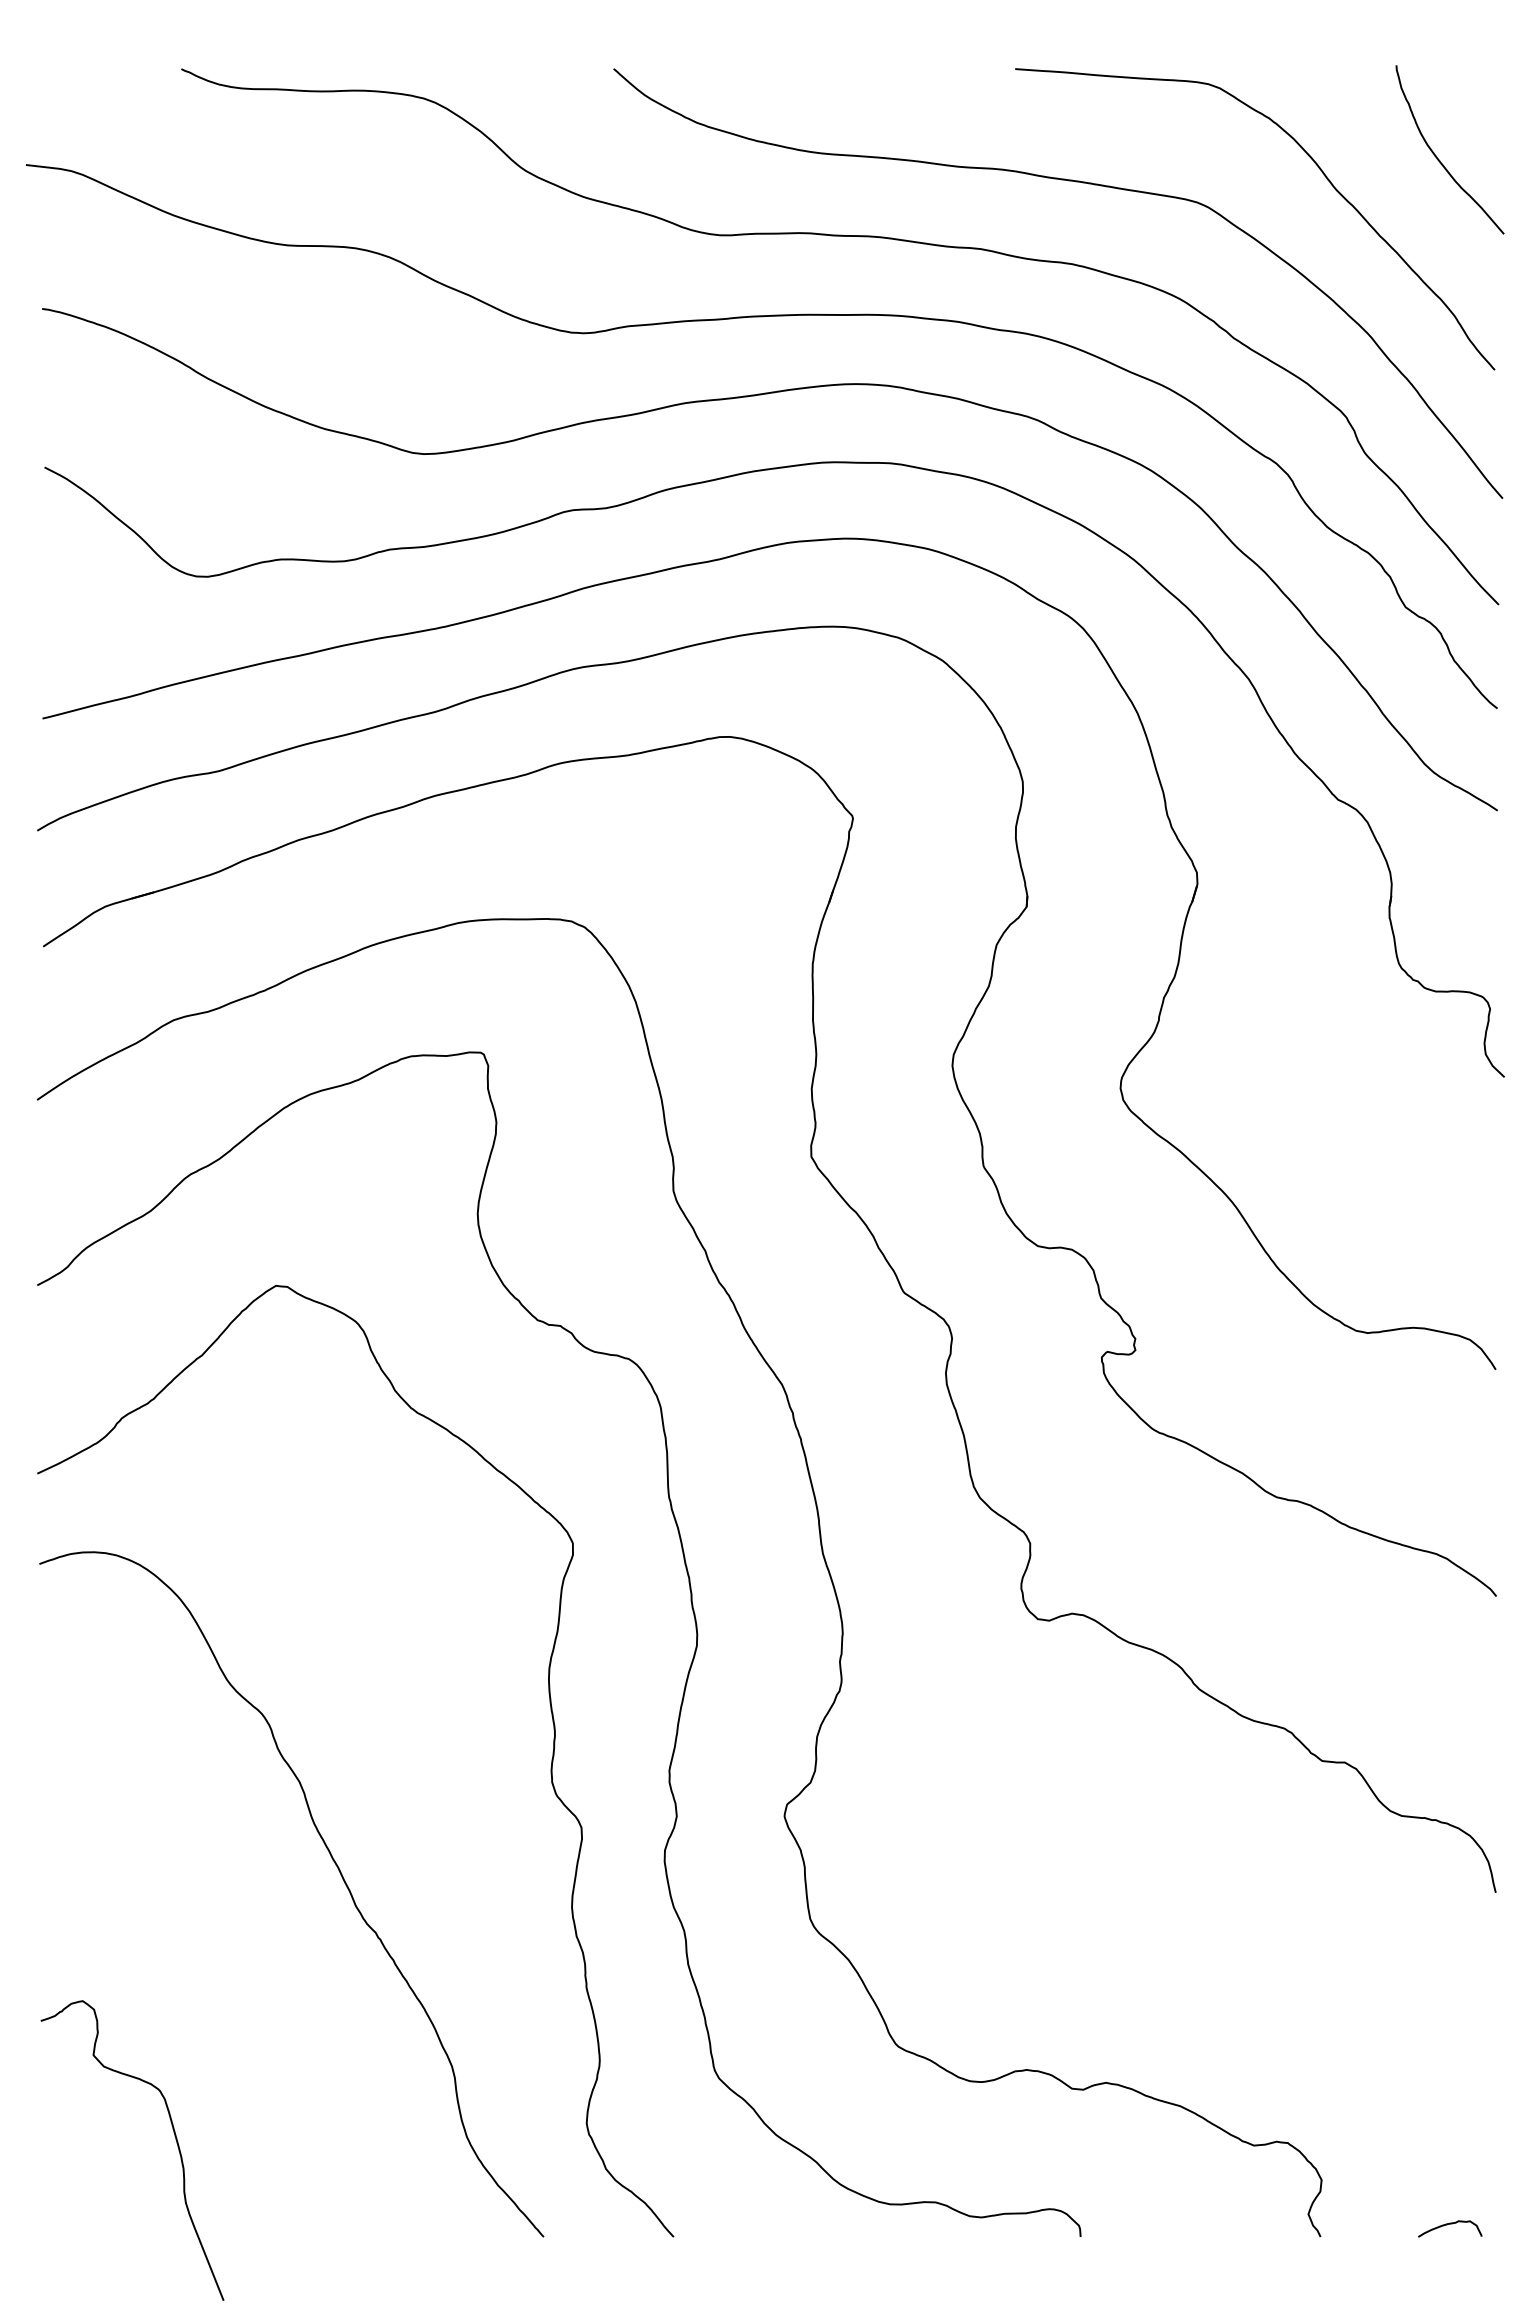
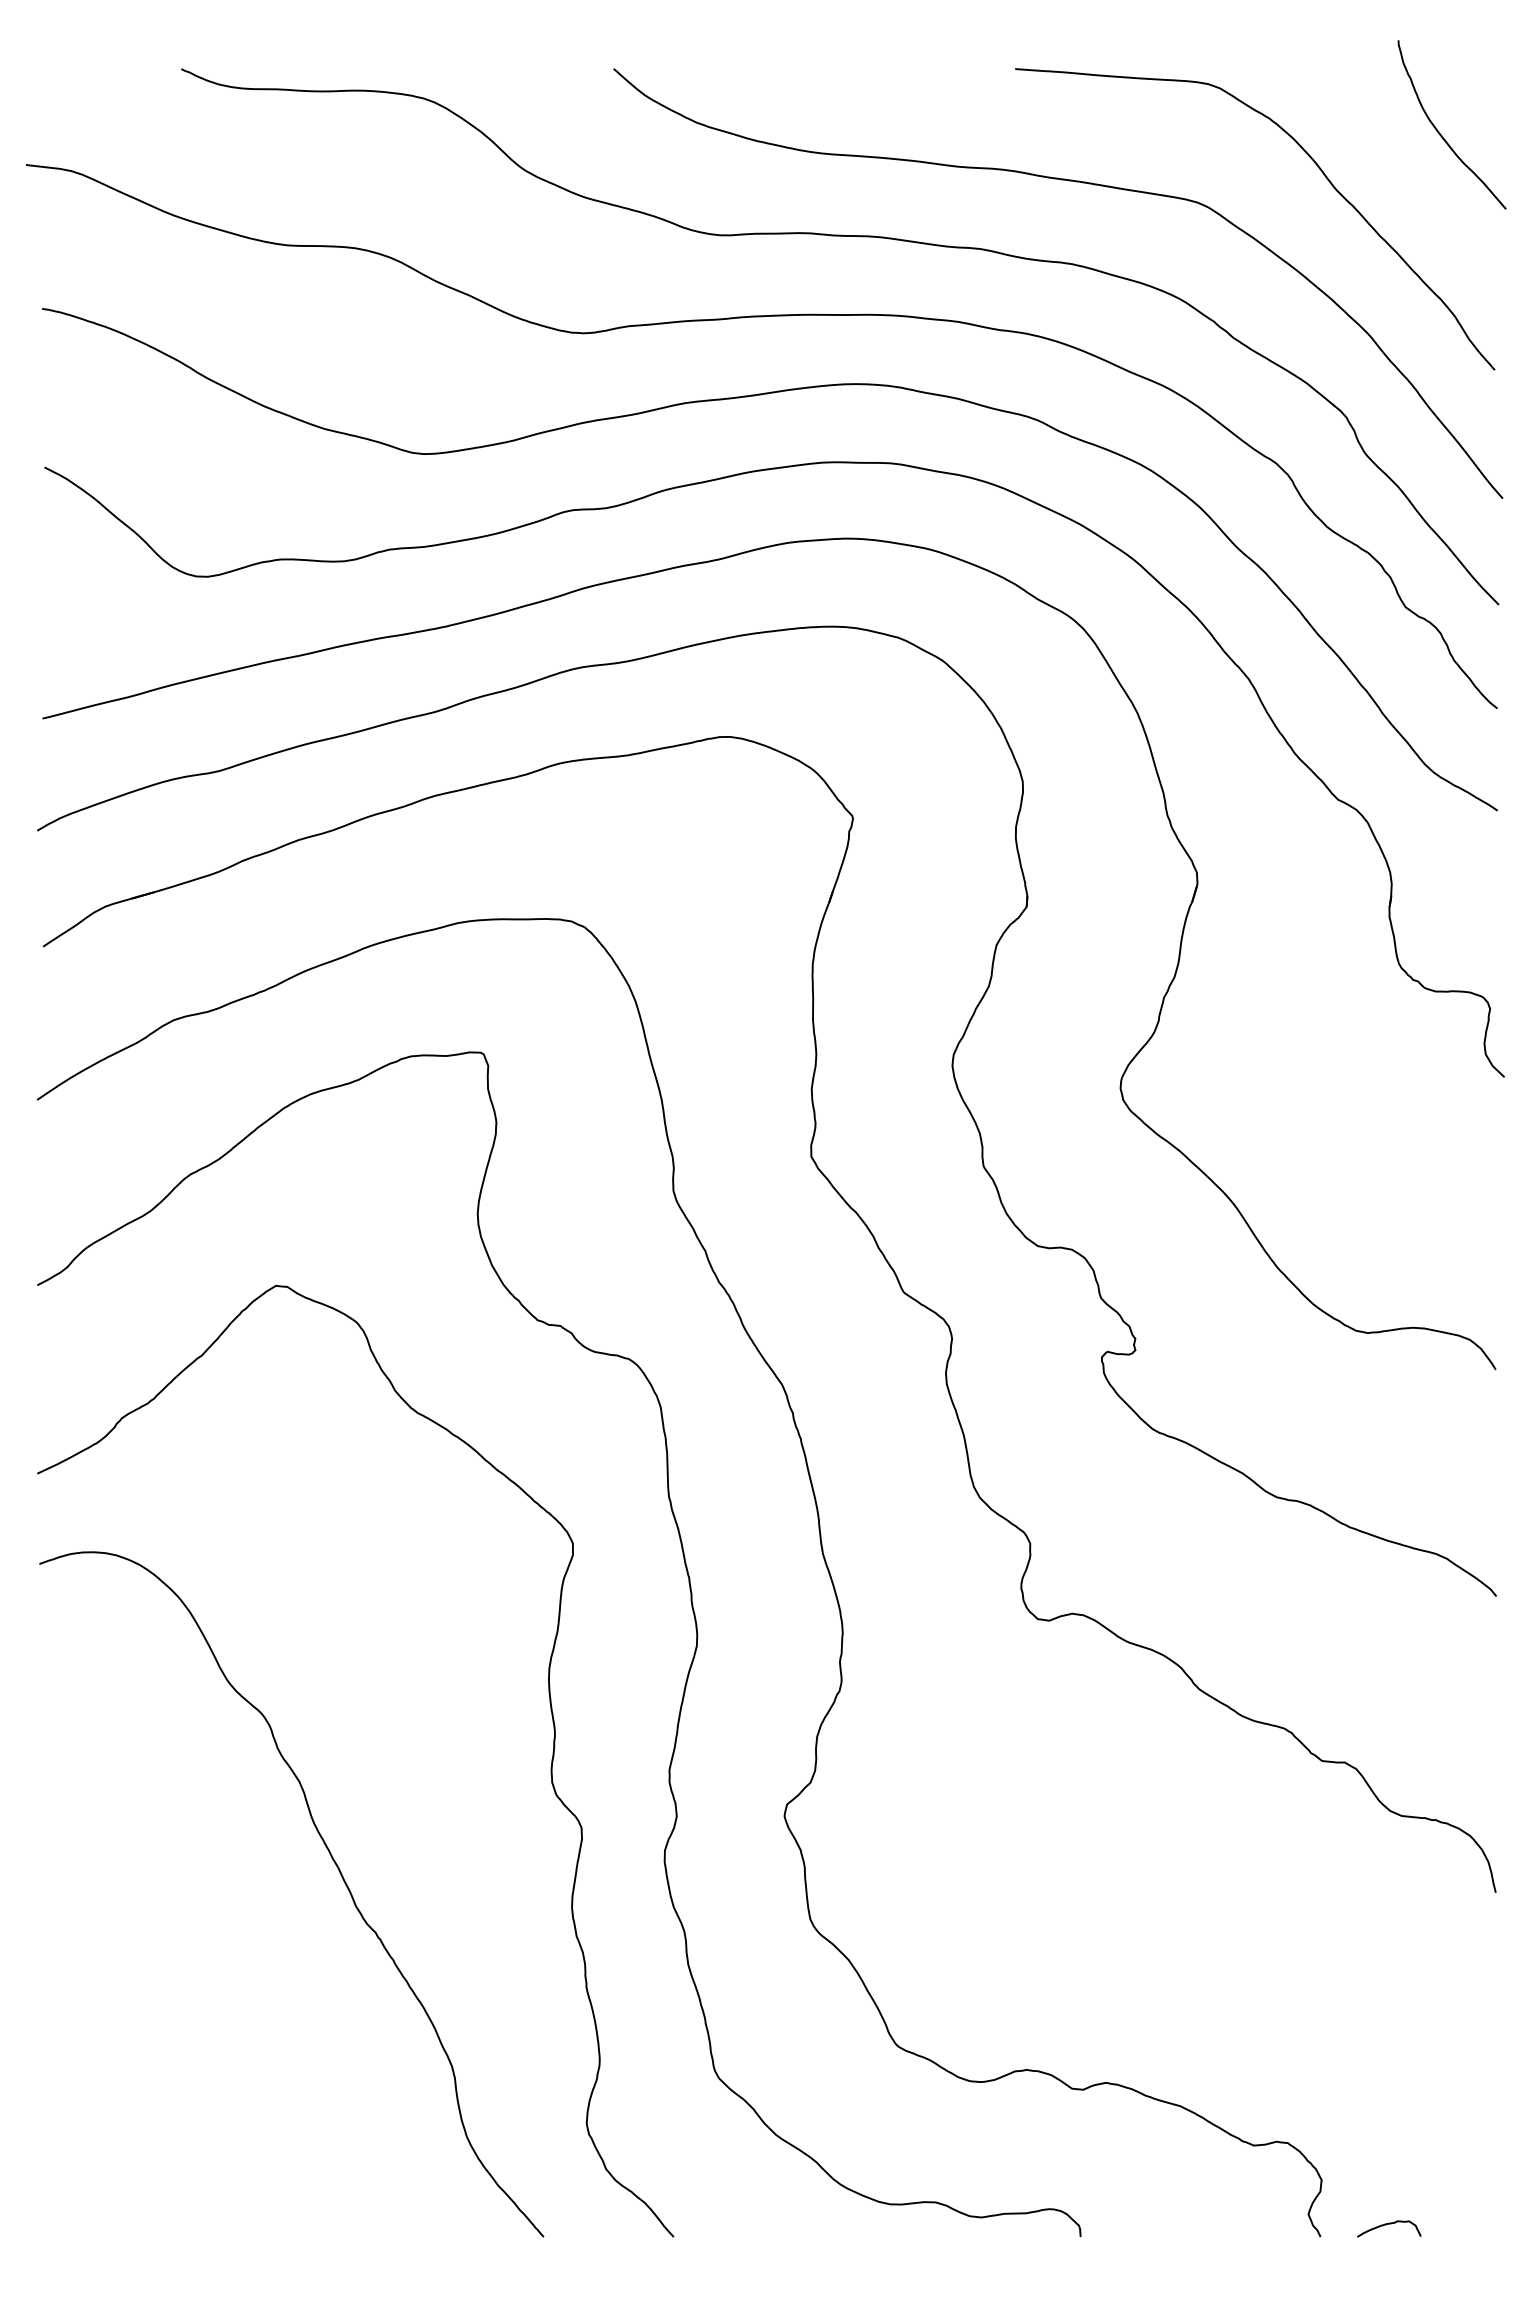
curve at (1437, 156) position: (1437, 156) -> (1439, 131)
curve at (174, 2136): present -> none
curve at (1450, 2224) position: (1450, 2224) -> (1389, 2224)
